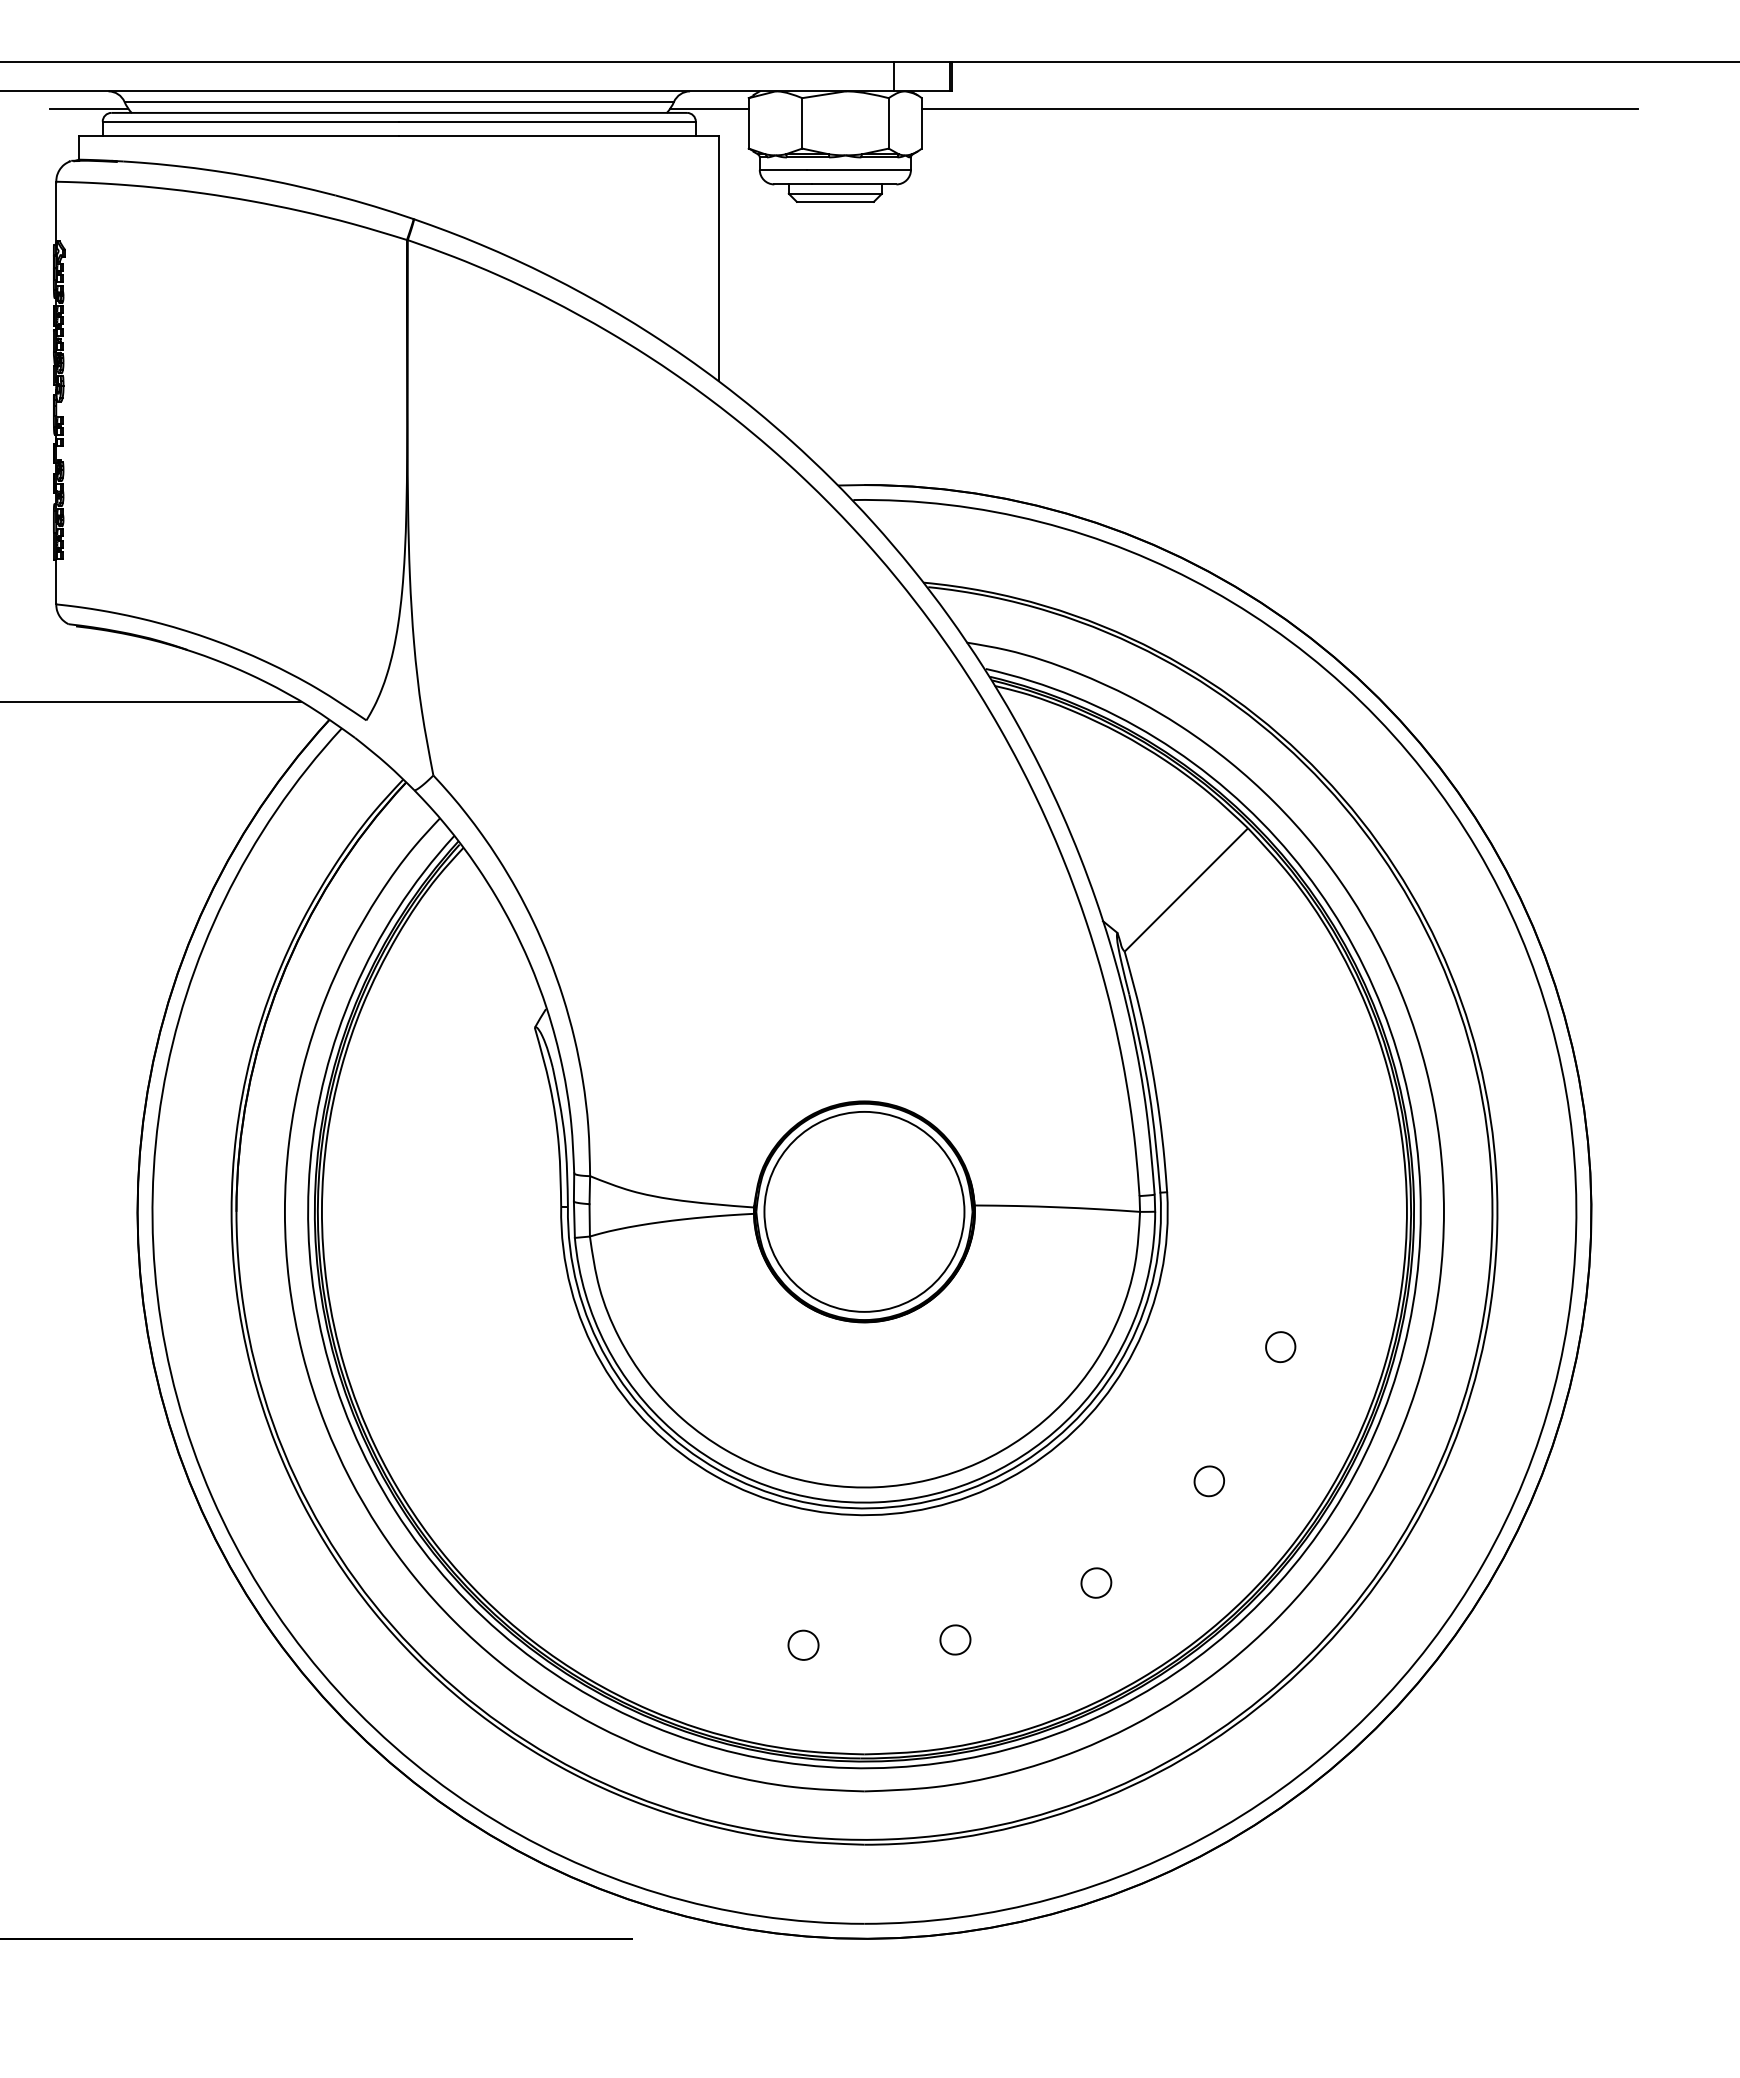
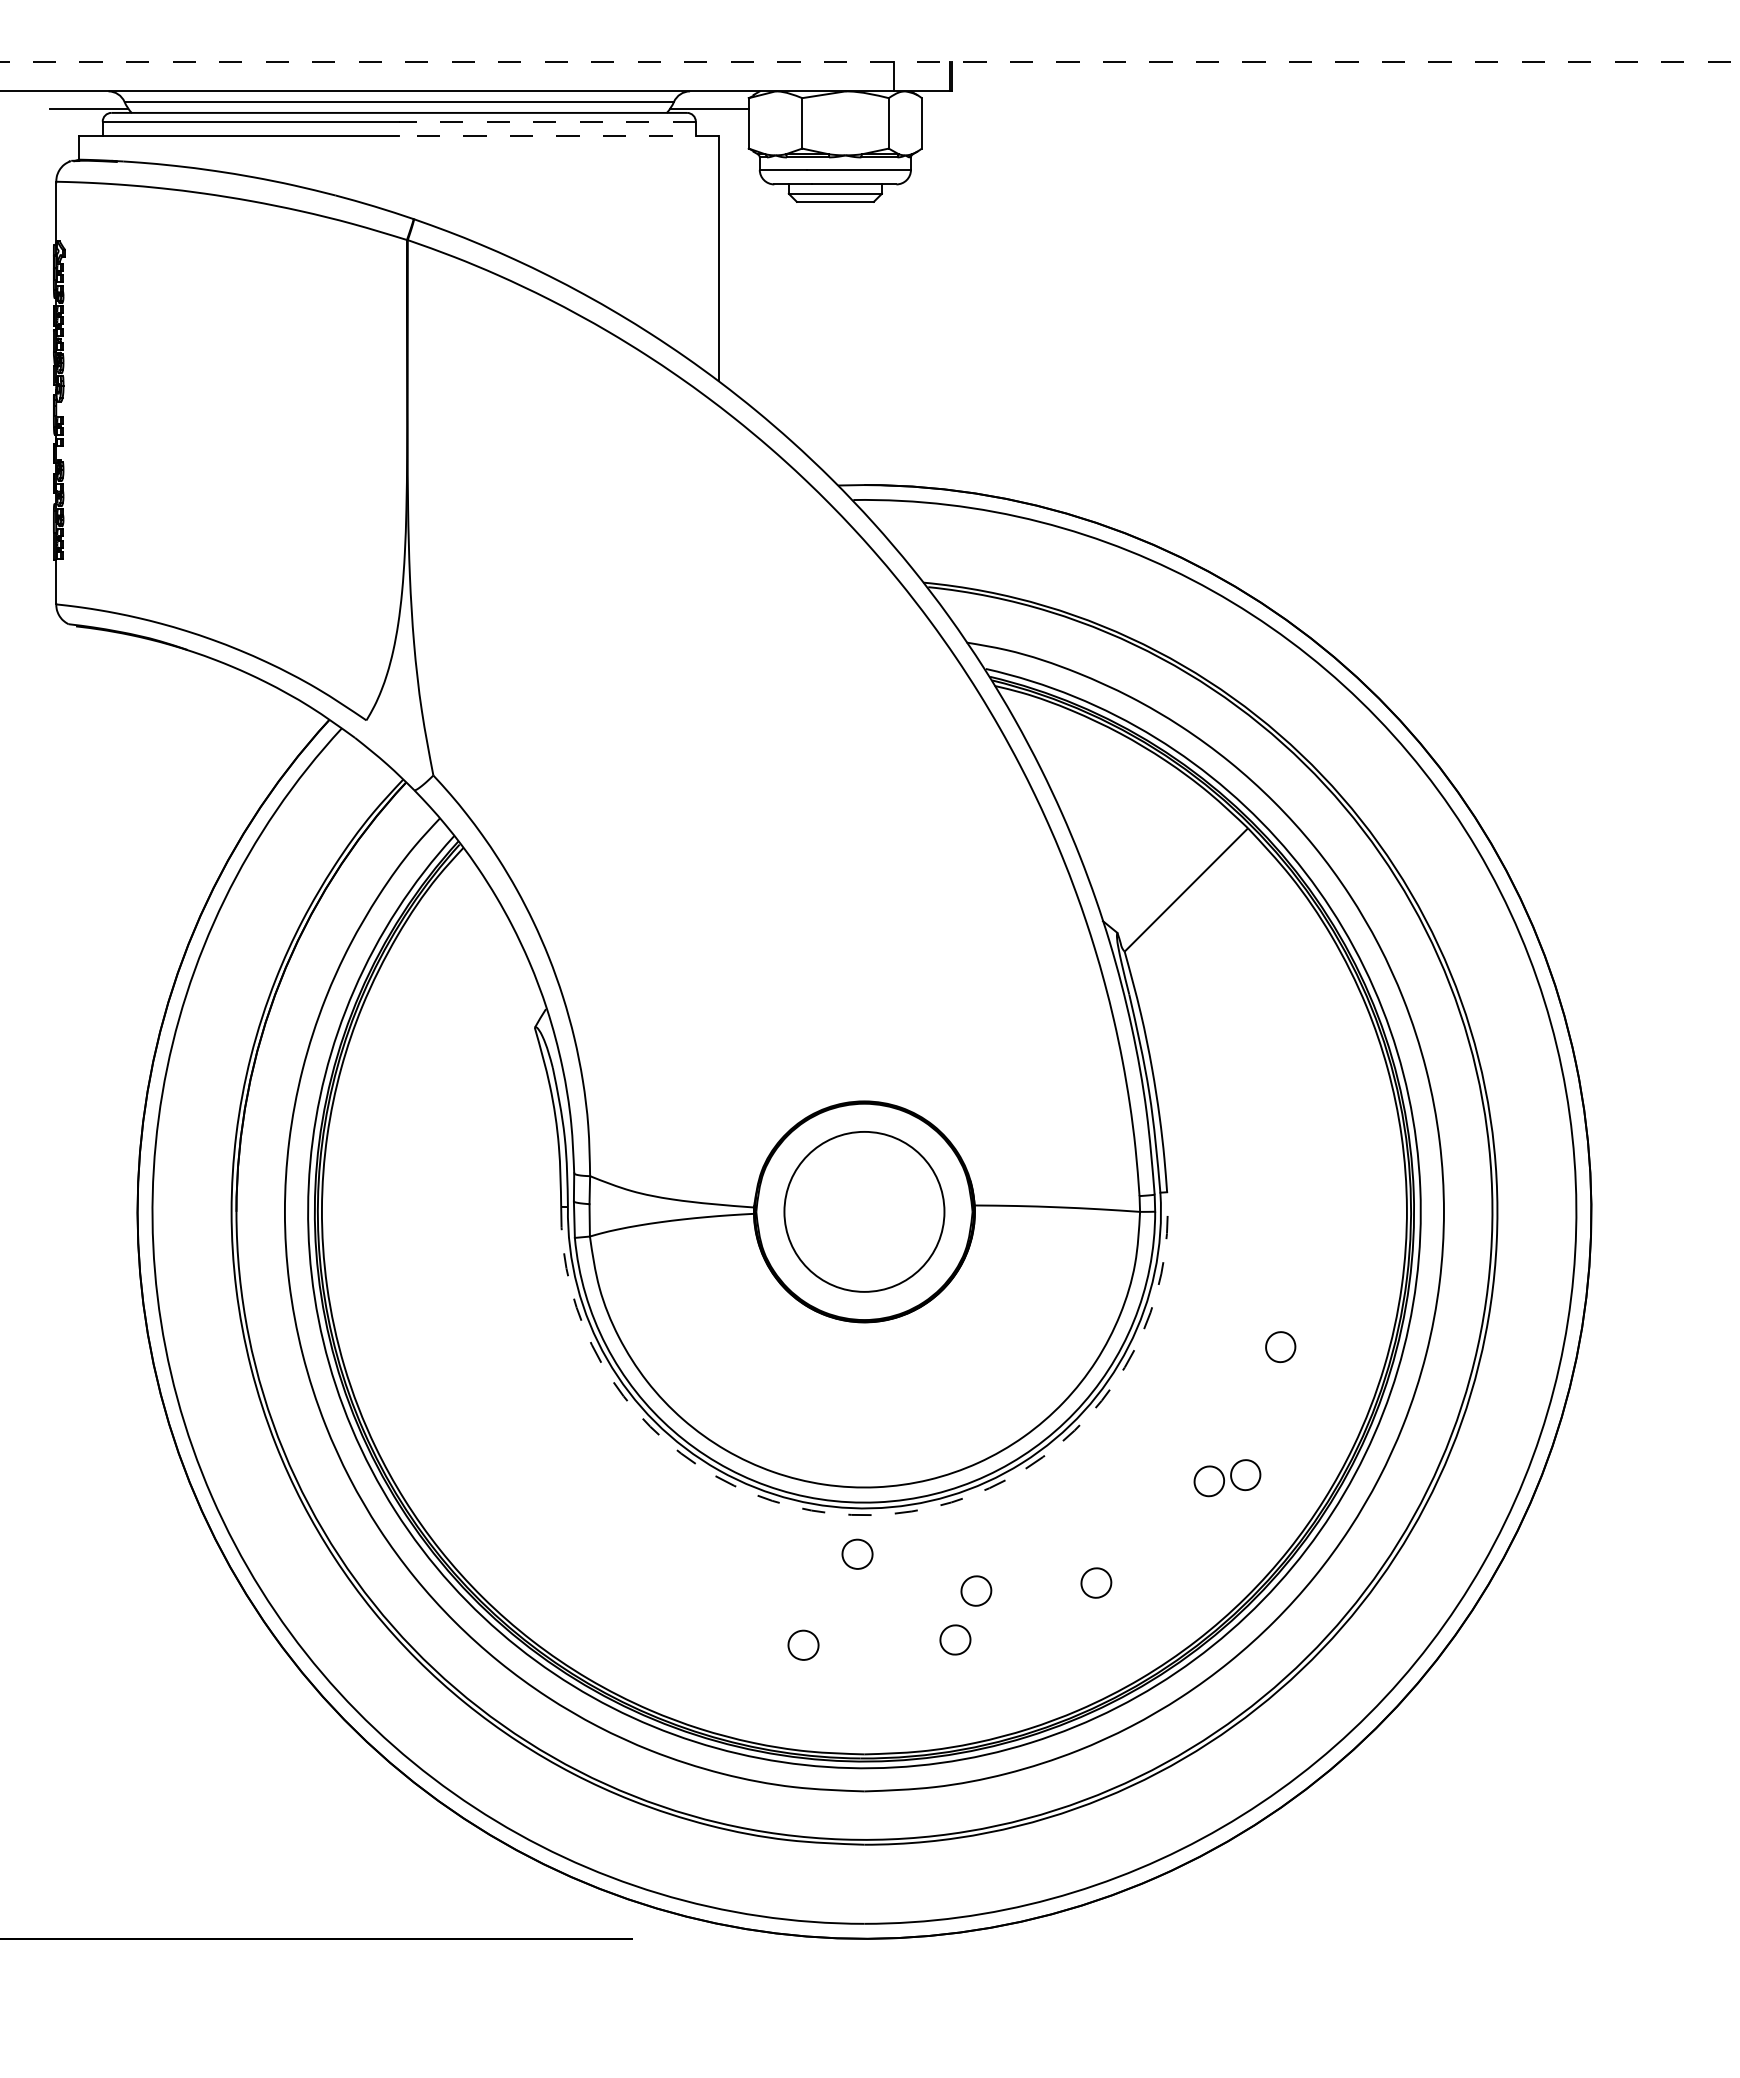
line at (870, 62): solid -> dashed
line at (1279, 108): present -> none
line at (547, 121): solid -> dashed
line at (559, 136): solid -> dashed
line at (151, 701): present -> none
circle at (864, 1211) diameter: 200 px -> 160 px
part at (1245, 1475): none -> present
arc at (871, 1515): solid -> dashed
part at (857, 1553): none -> present
part at (976, 1590): none -> present
